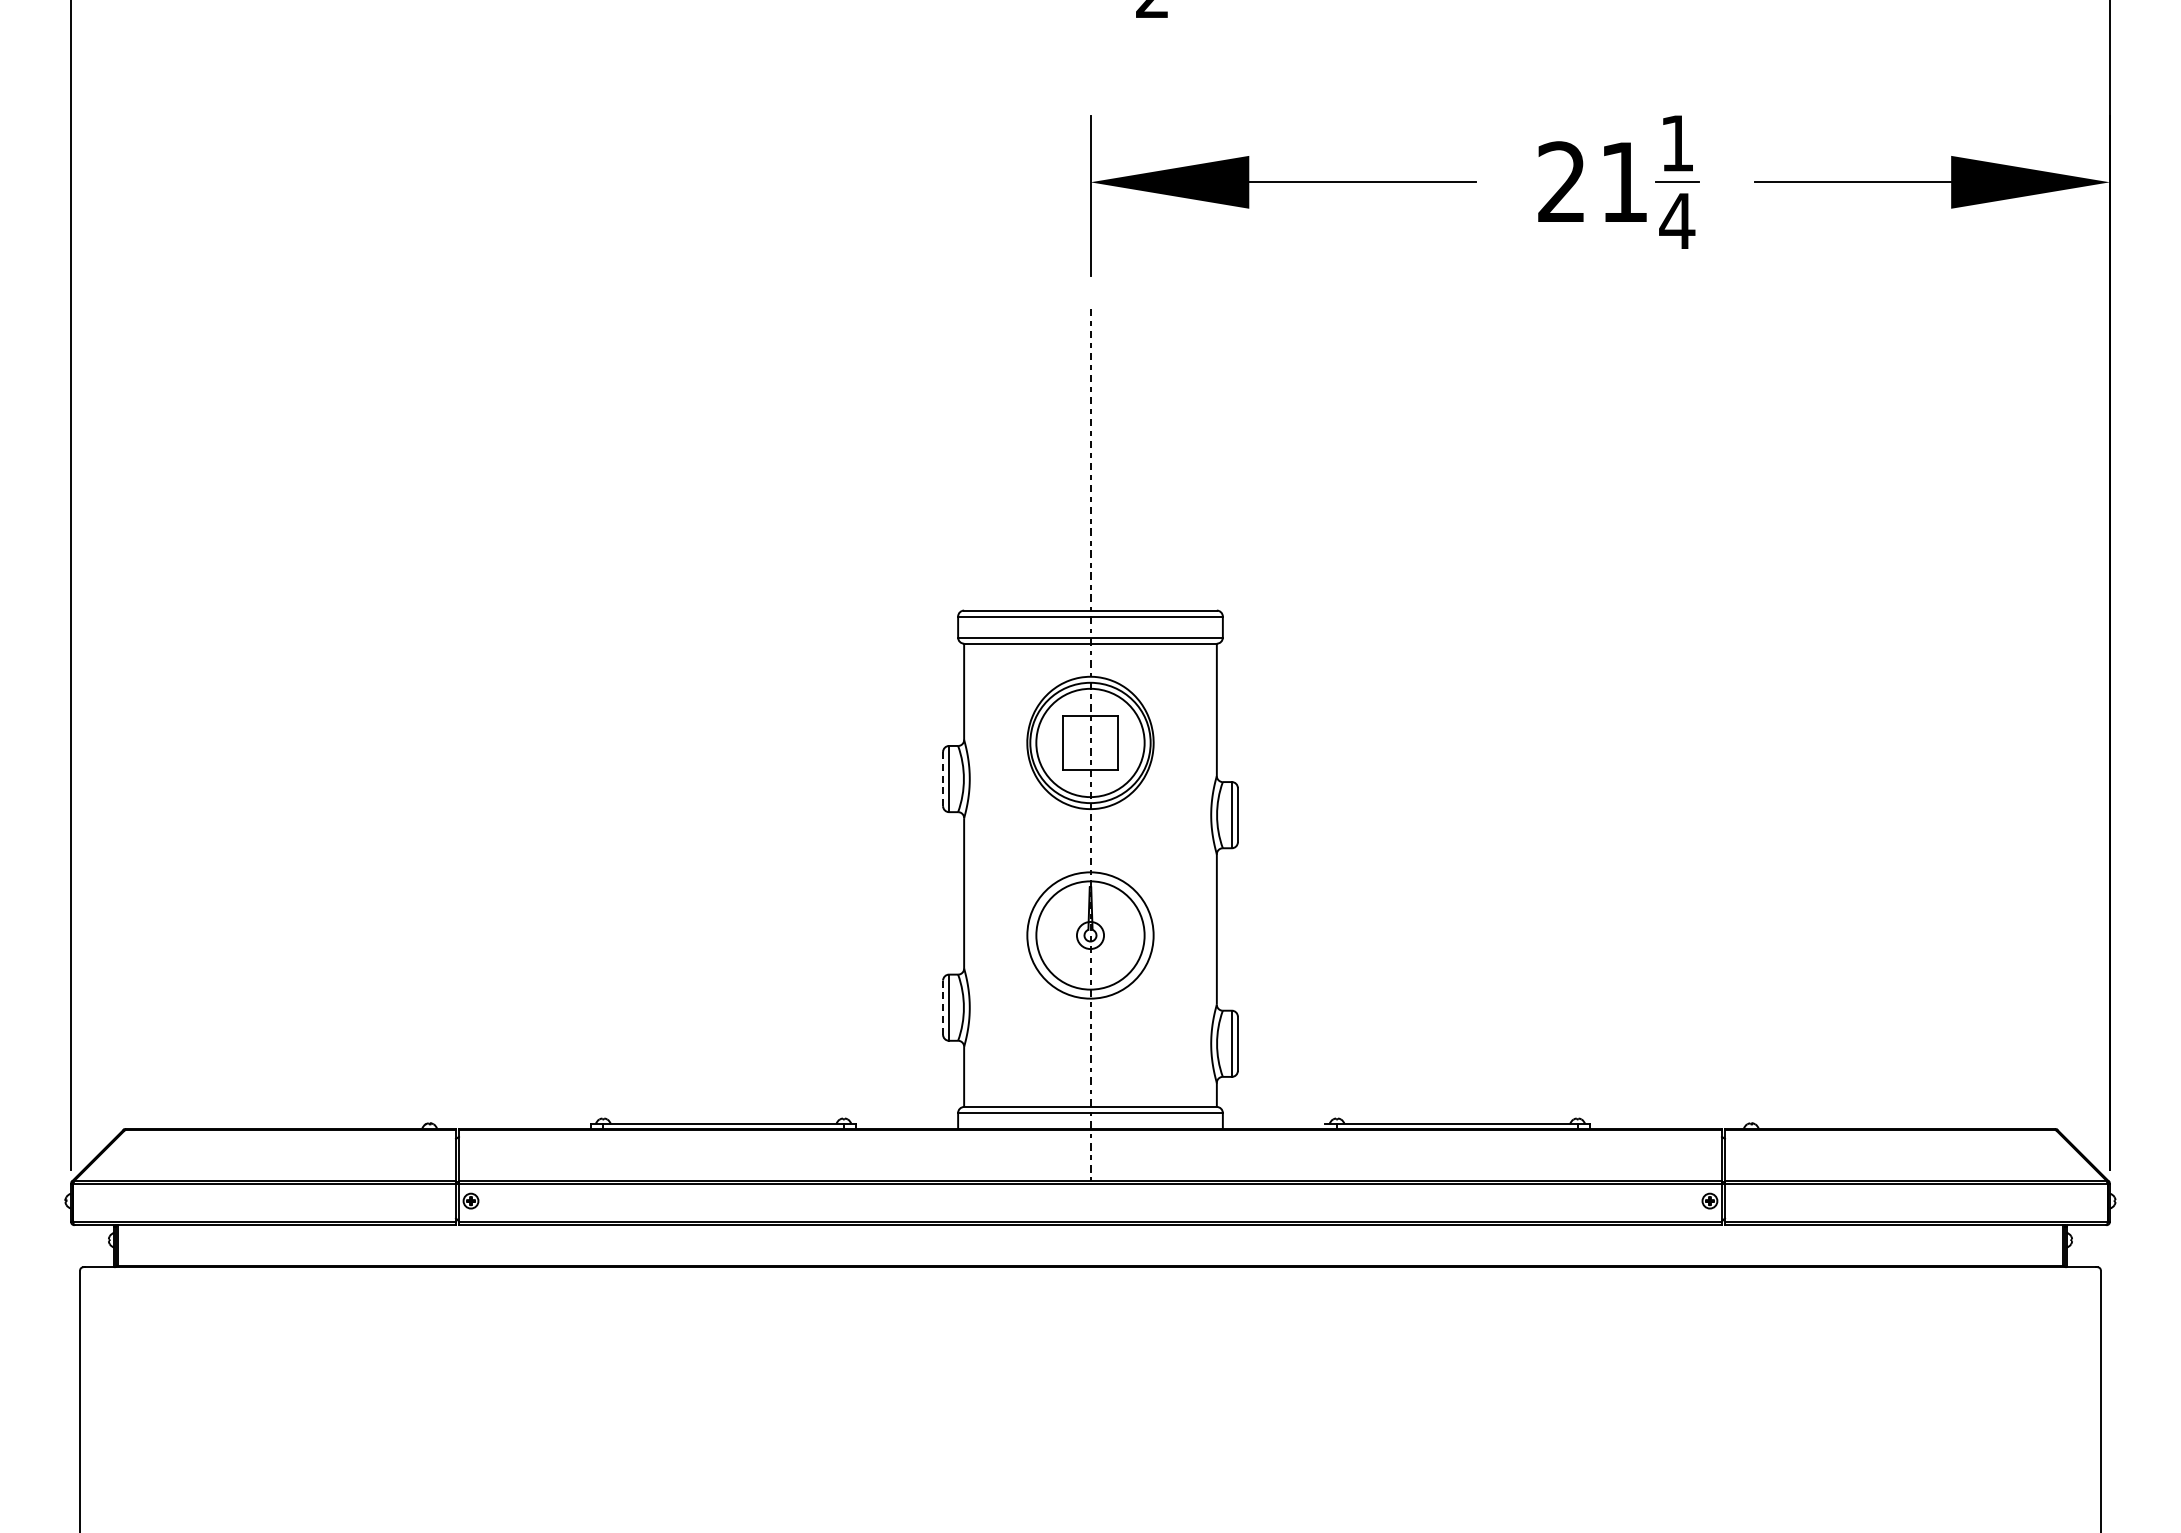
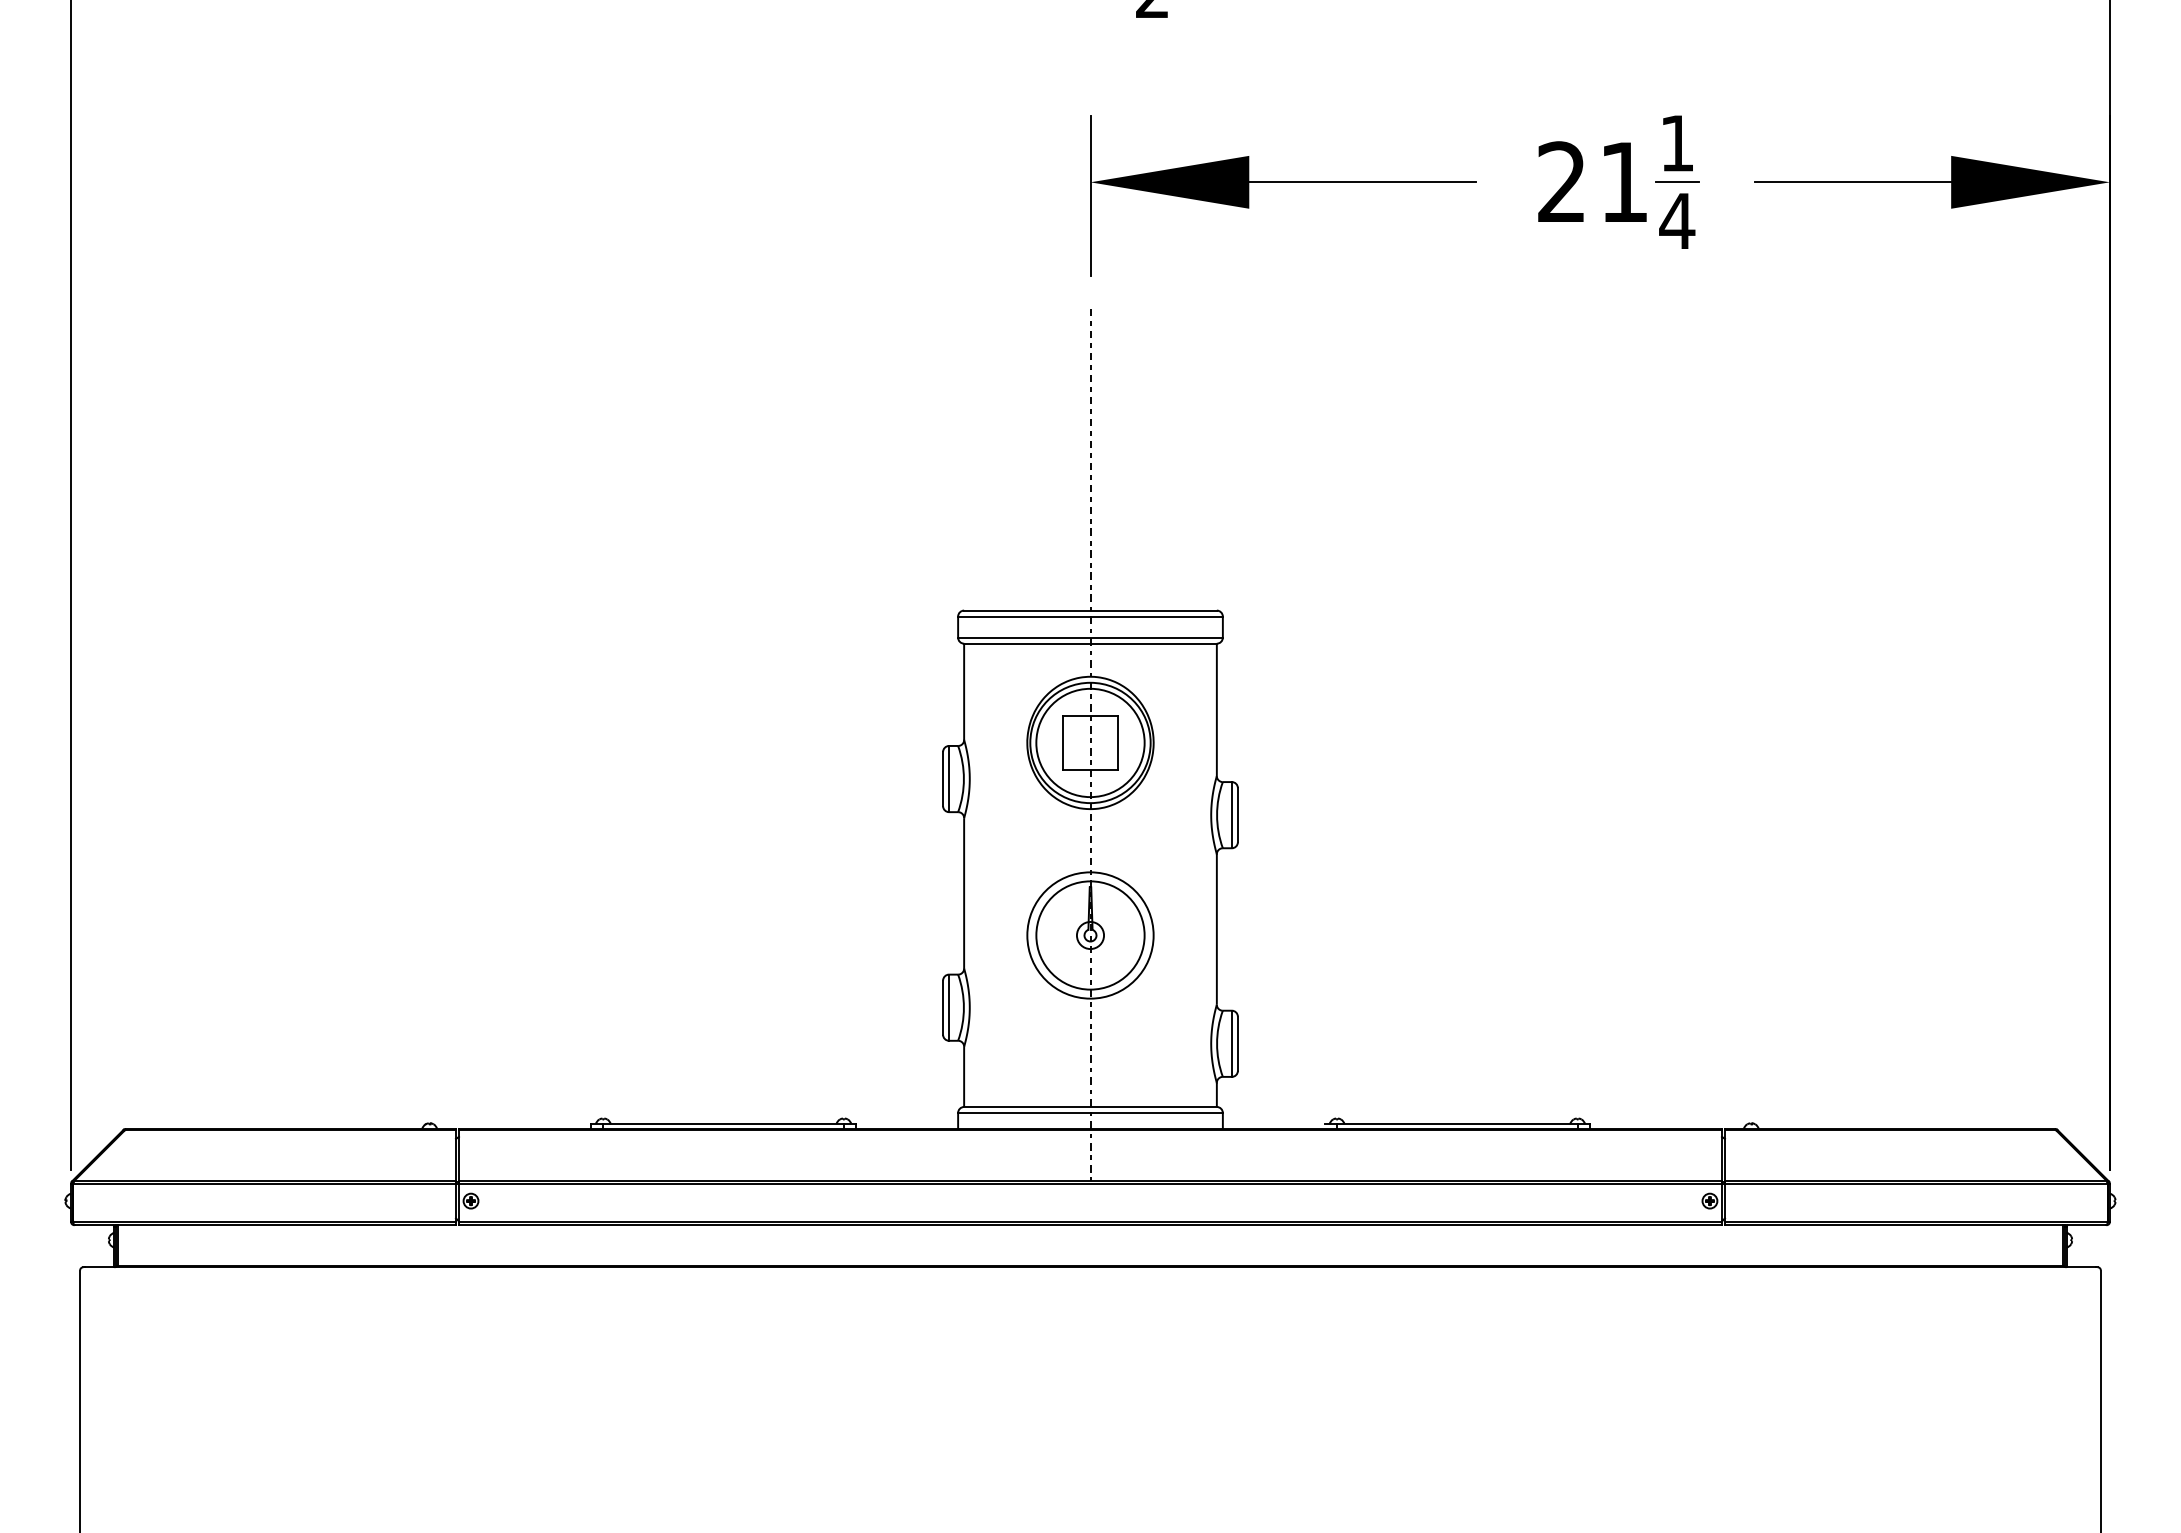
line at (943, 778): dashed -> solid
line at (943, 1007): dashed -> solid
